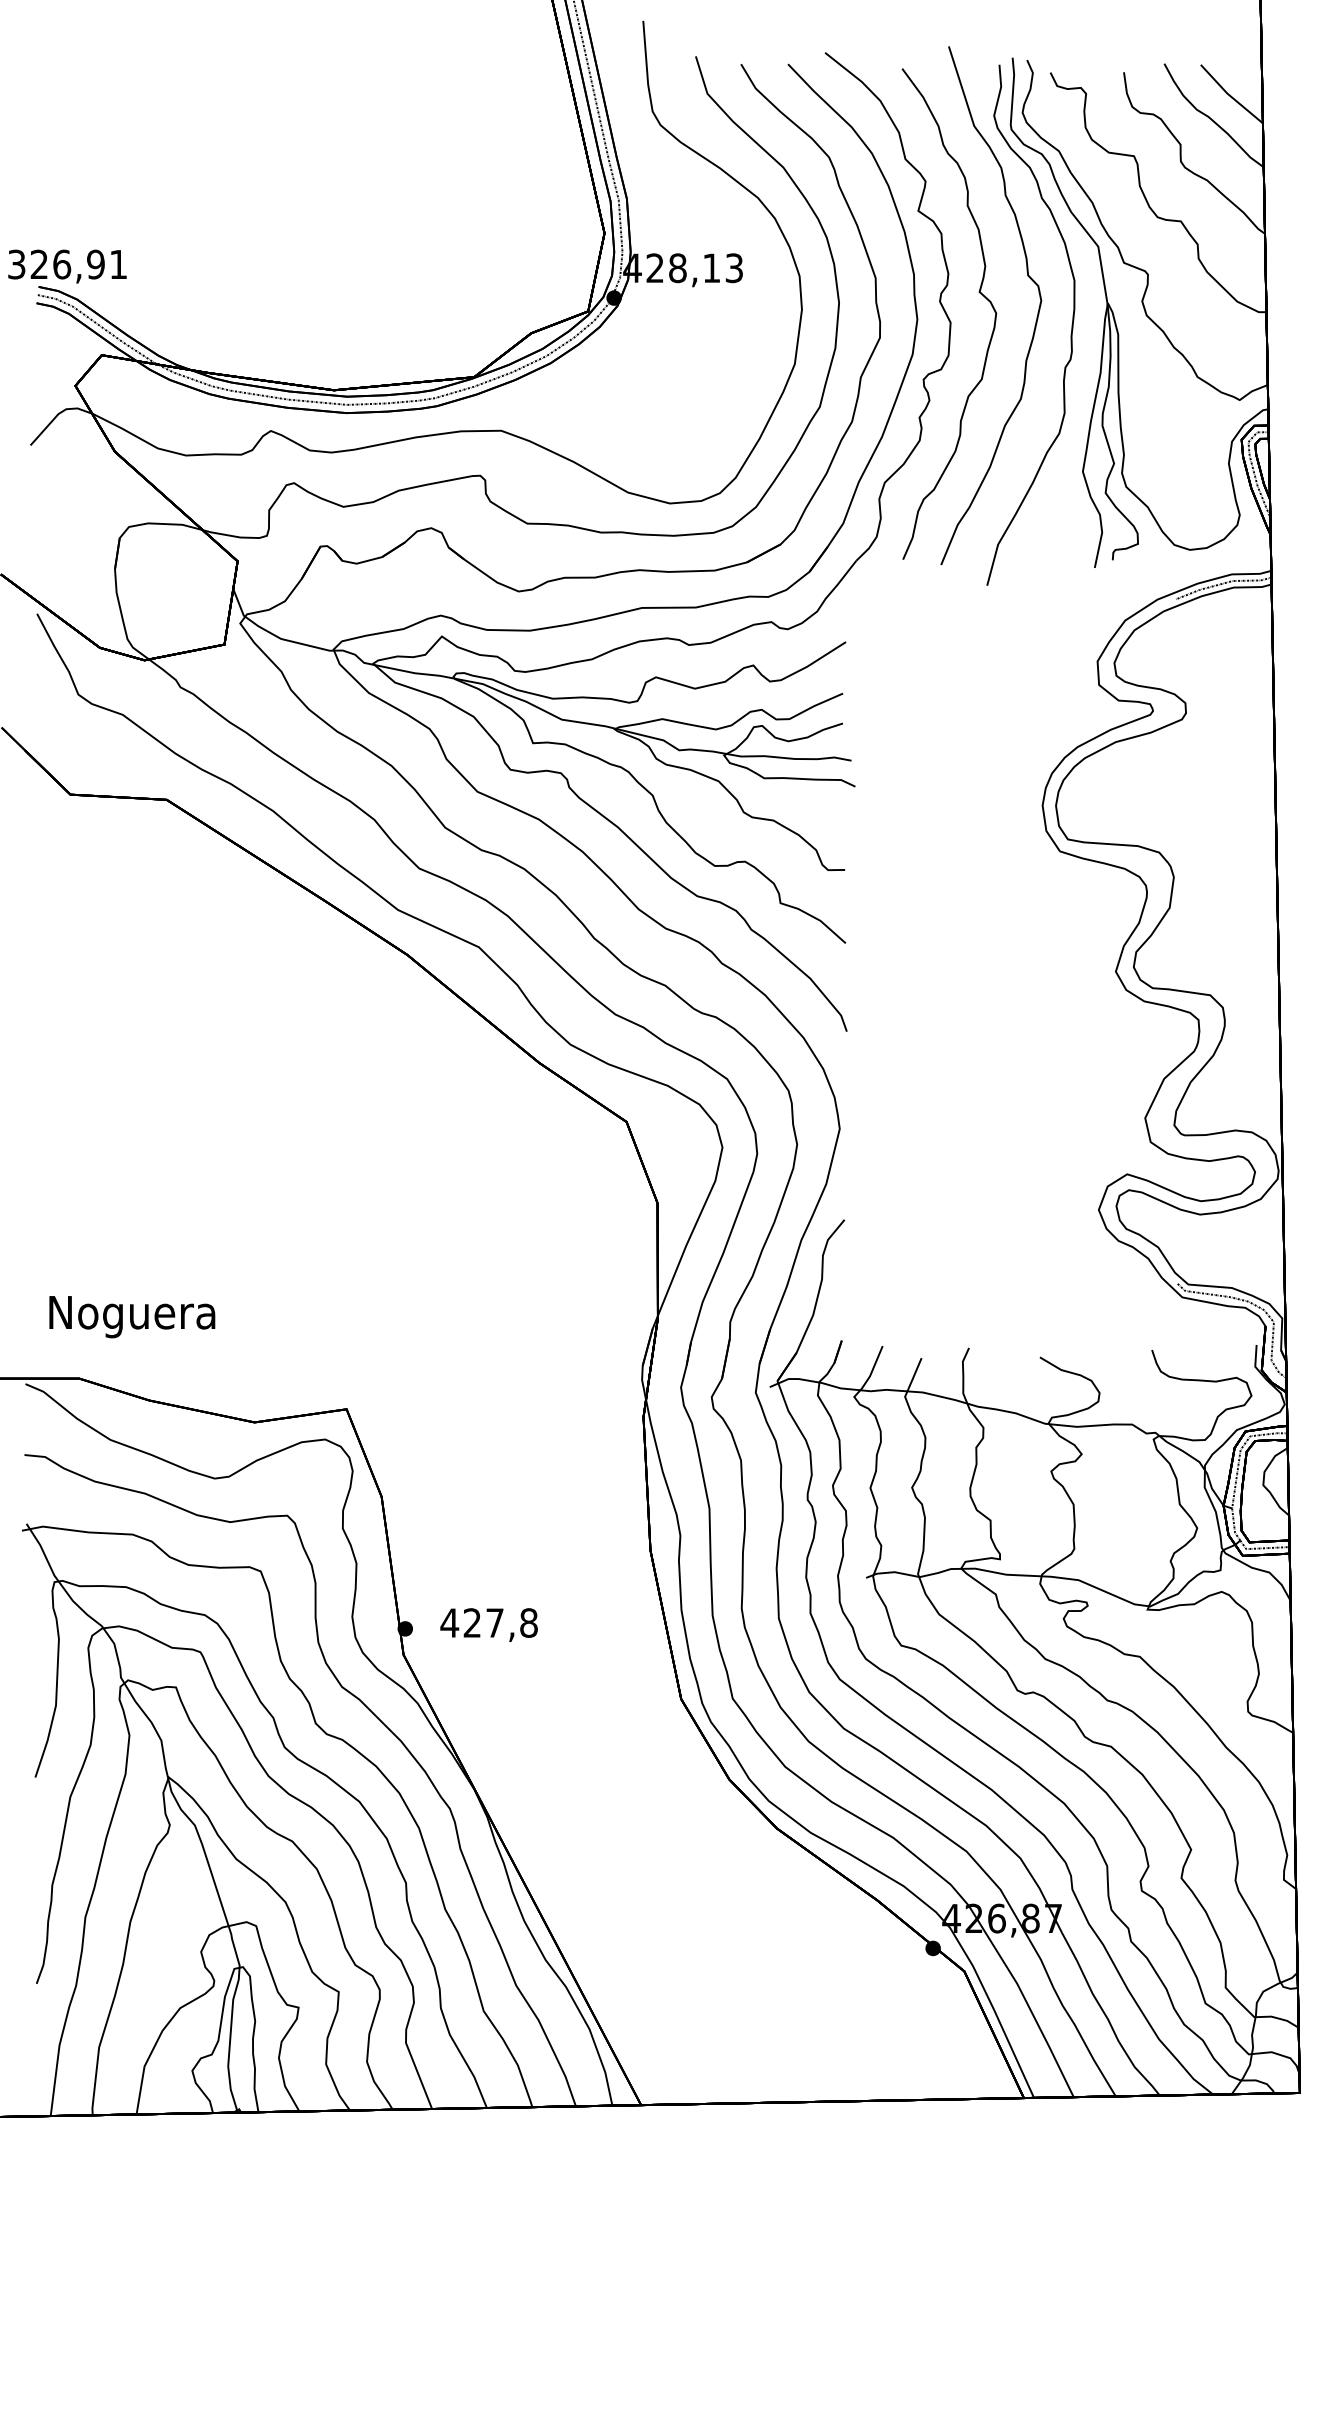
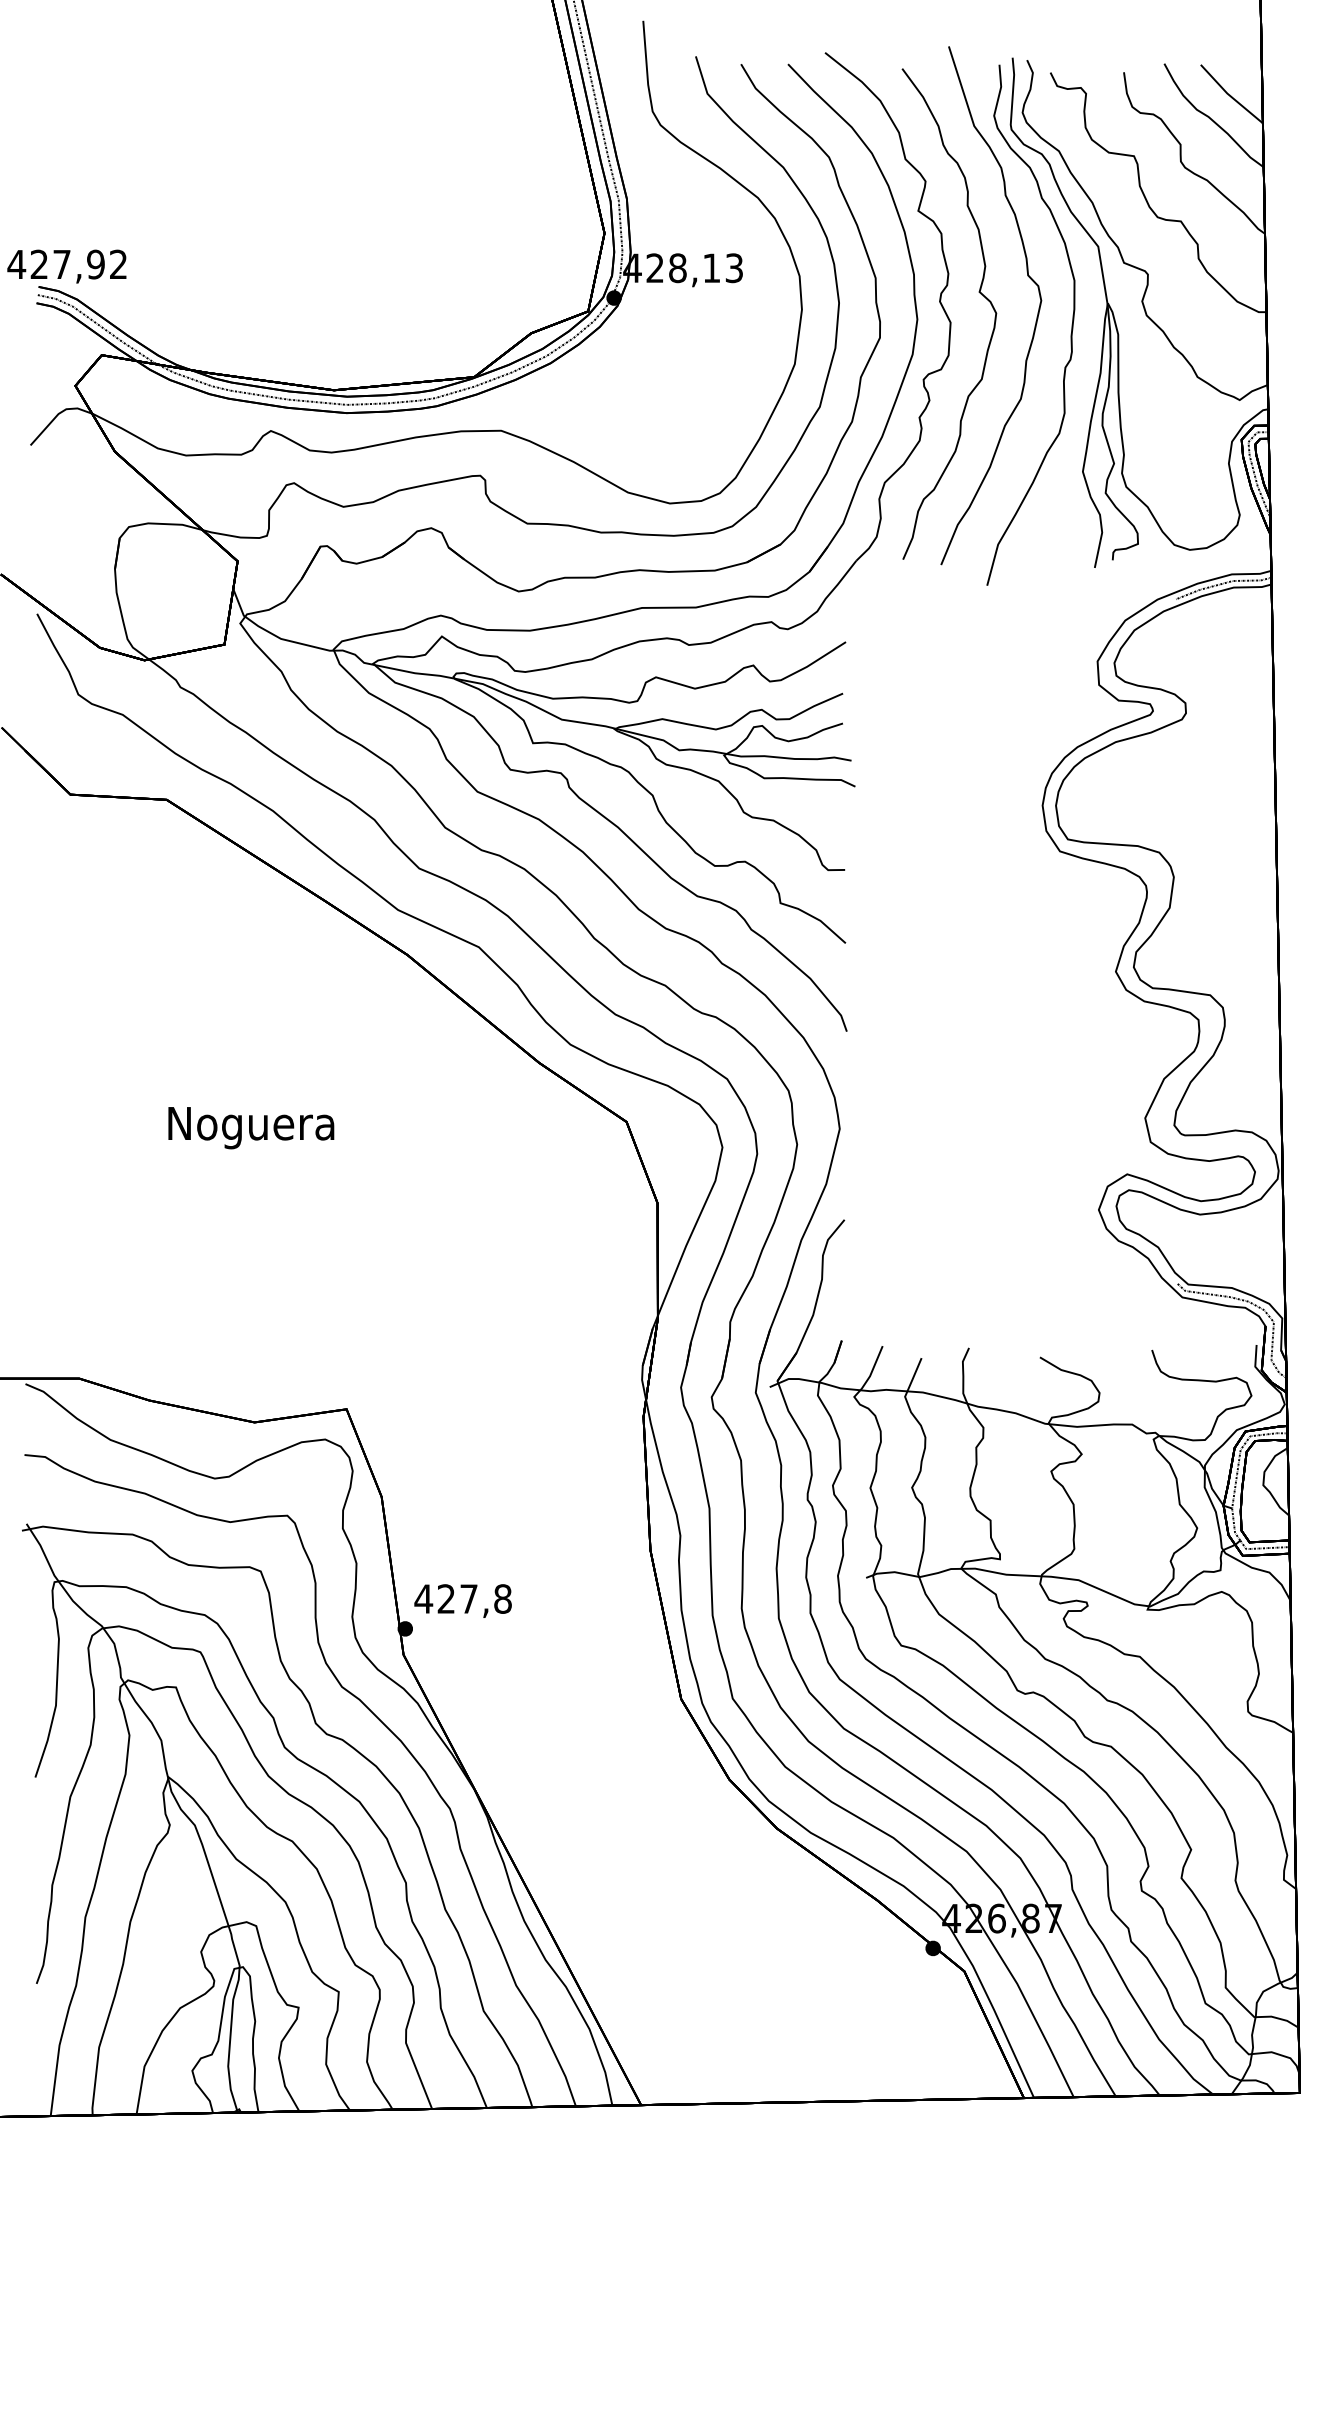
text at (66, 264): 326,91 -> 427,92
text at (132, 1317) position: (132, 1317) -> (251, 1128)
text at (488, 1624) position: (488, 1624) -> (462, 1600)
